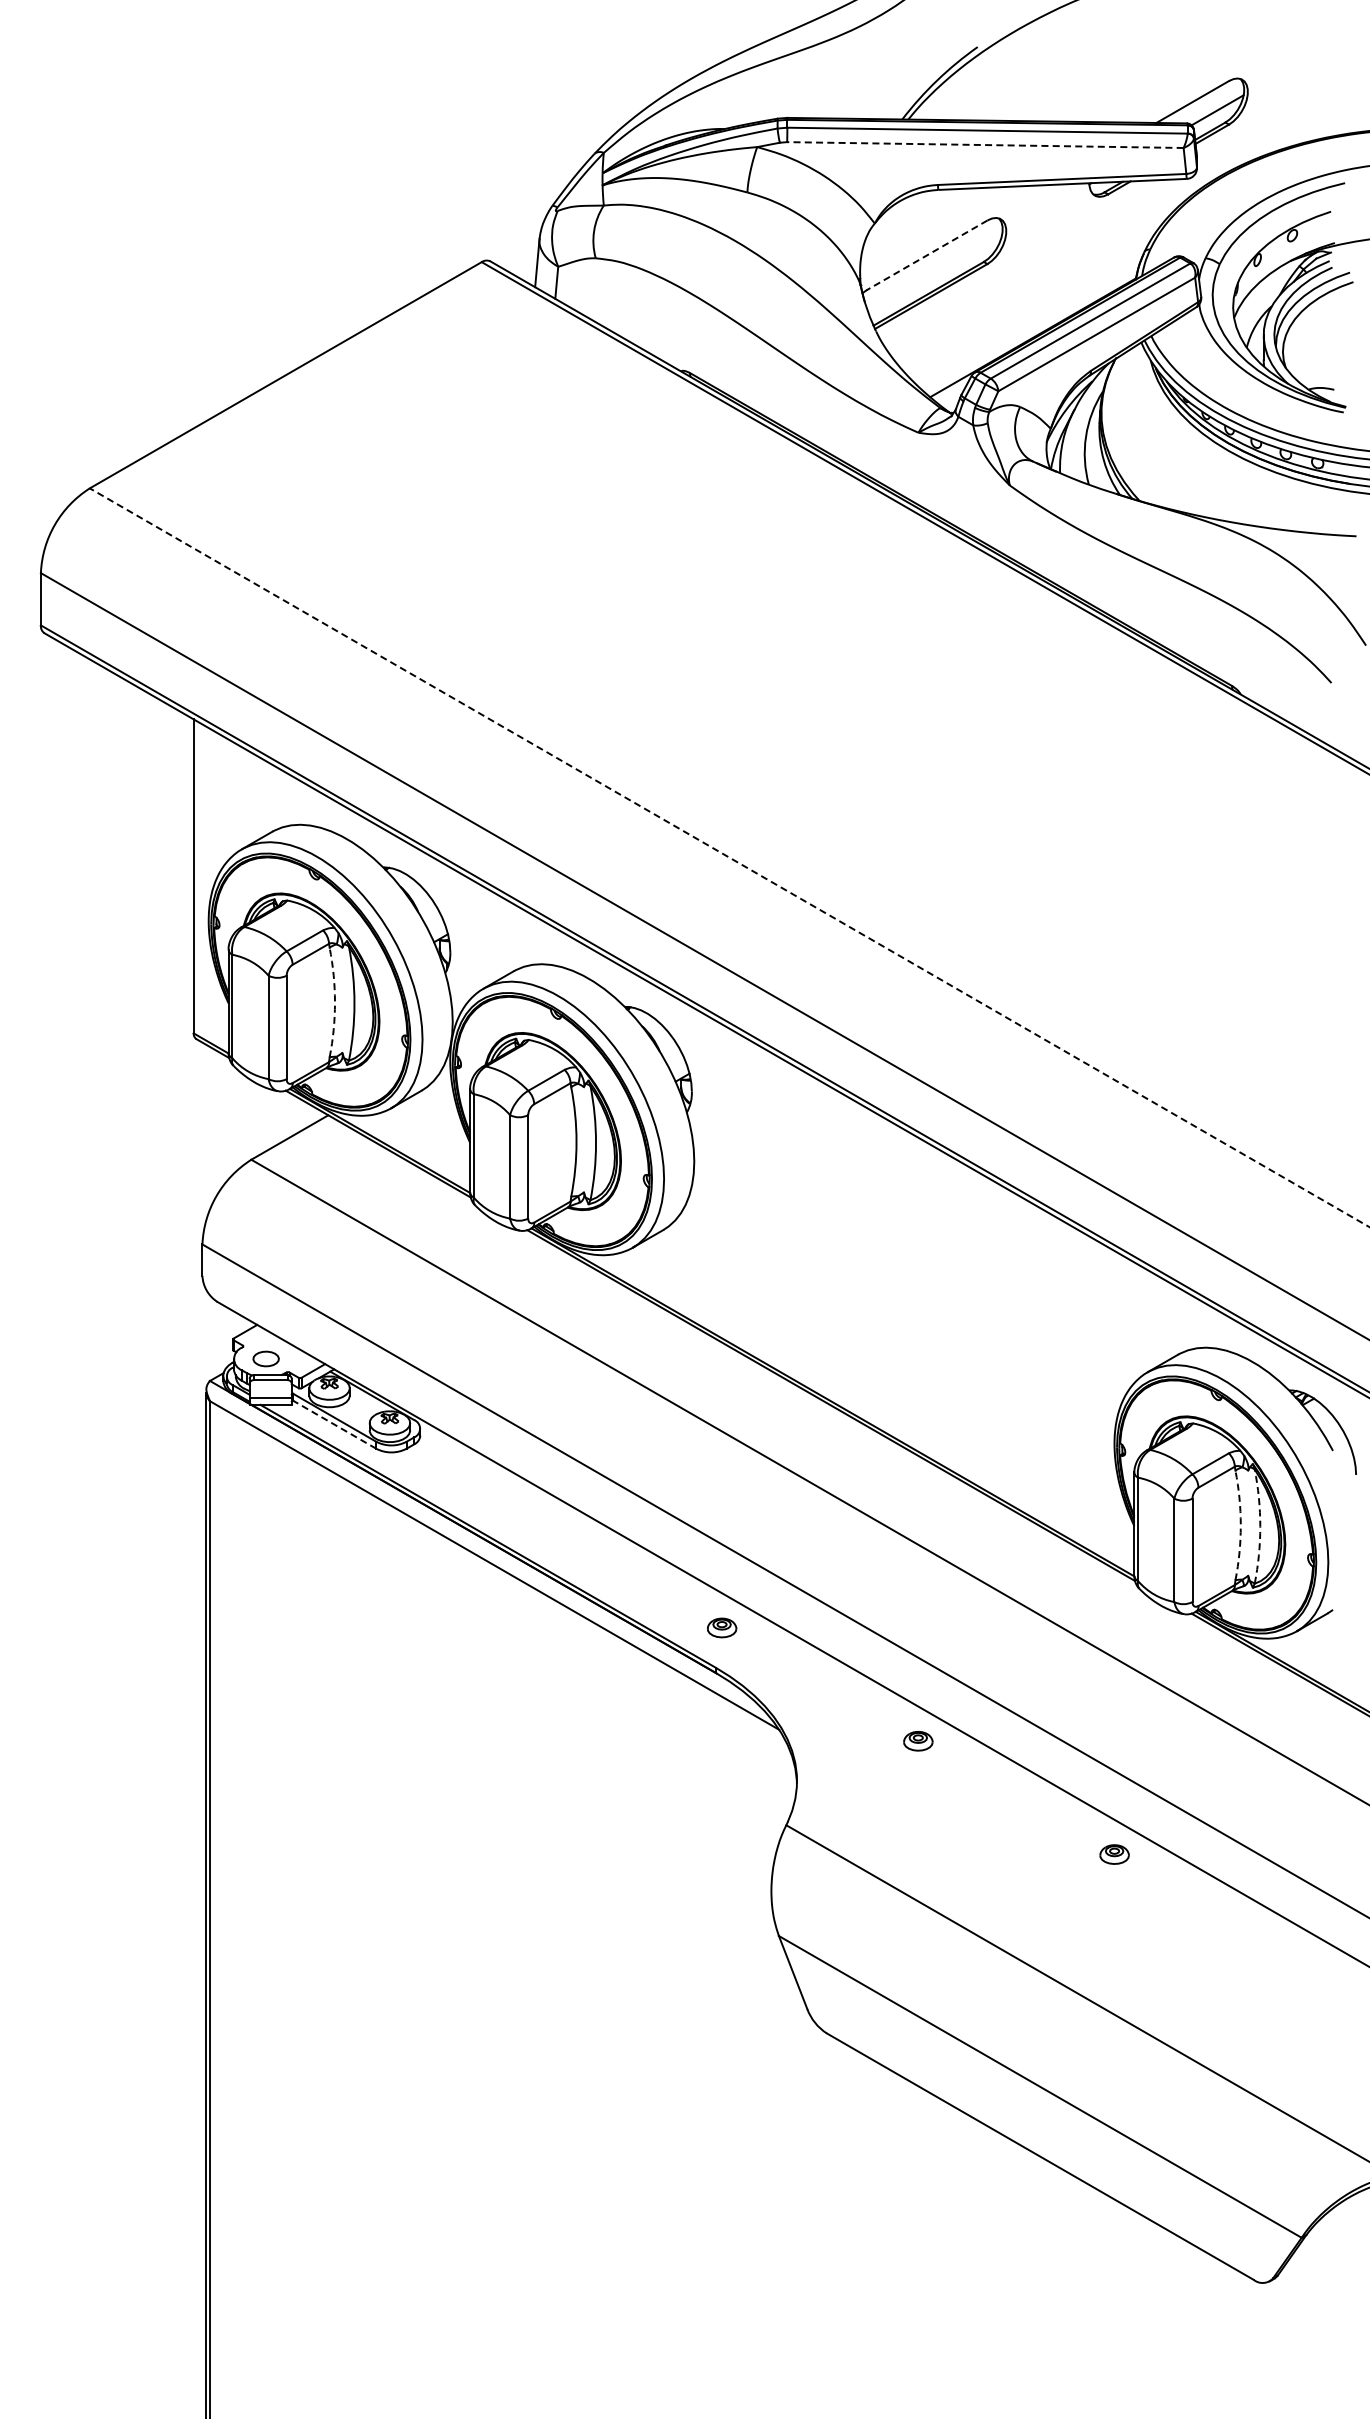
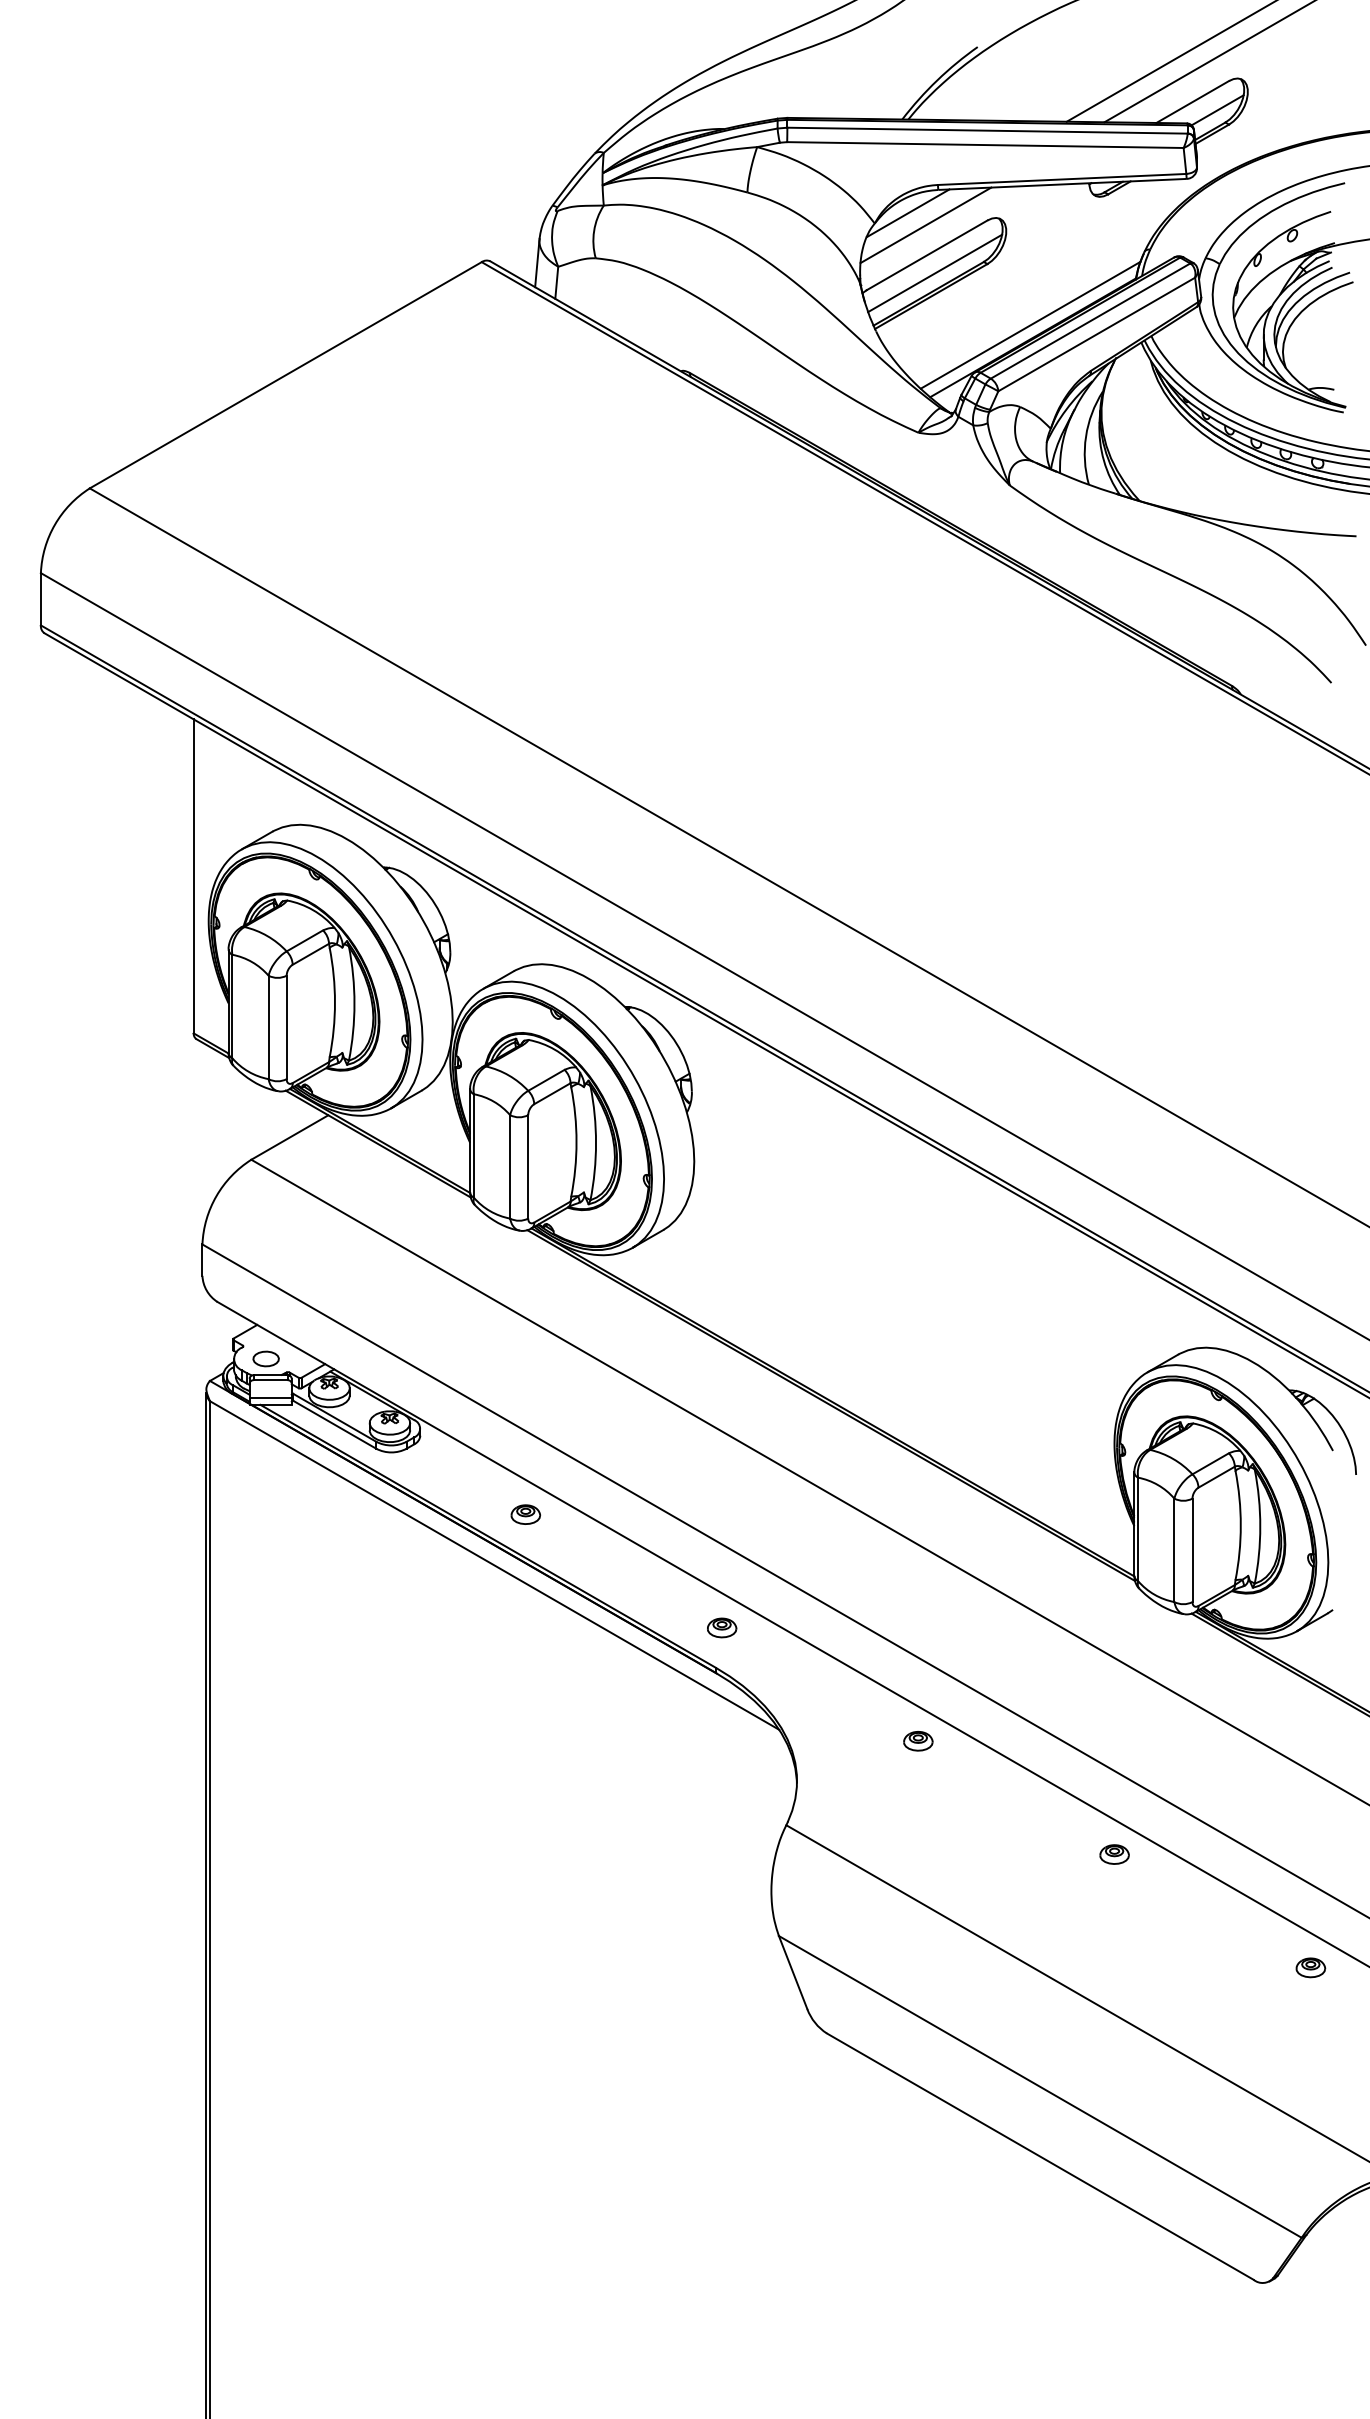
line at (1169, 61): none -> present
line at (1208, 62): none -> present
line at (984, 145): dashed -> solid
line at (907, 213): none -> present
line at (925, 225): none -> present
line at (927, 255): dashed -> solid
line at (935, 273): none -> present
line at (1030, 324): none -> present
line at (729, 857): dashed -> solid
arc at (334, 1002): dashed -> solid
line at (334, 1424): dashed -> solid
part at (525, 1514): none -> present
arc at (1240, 1525): dashed -> solid
arc at (1260, 1526): dashed -> solid
part at (1310, 1967): none -> present
